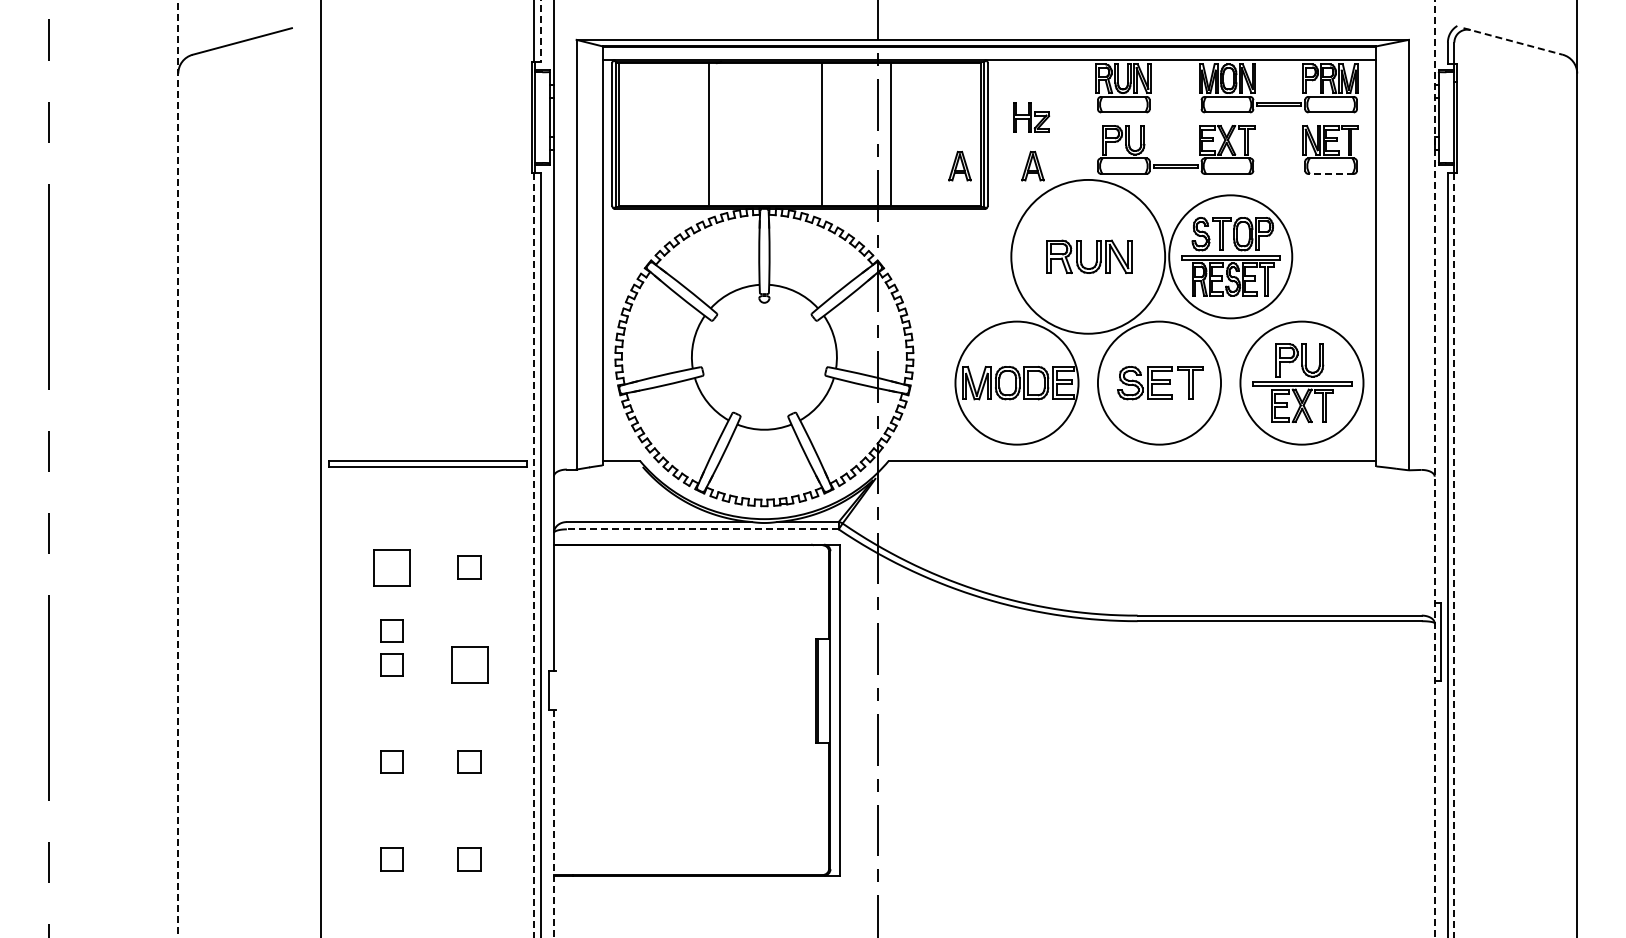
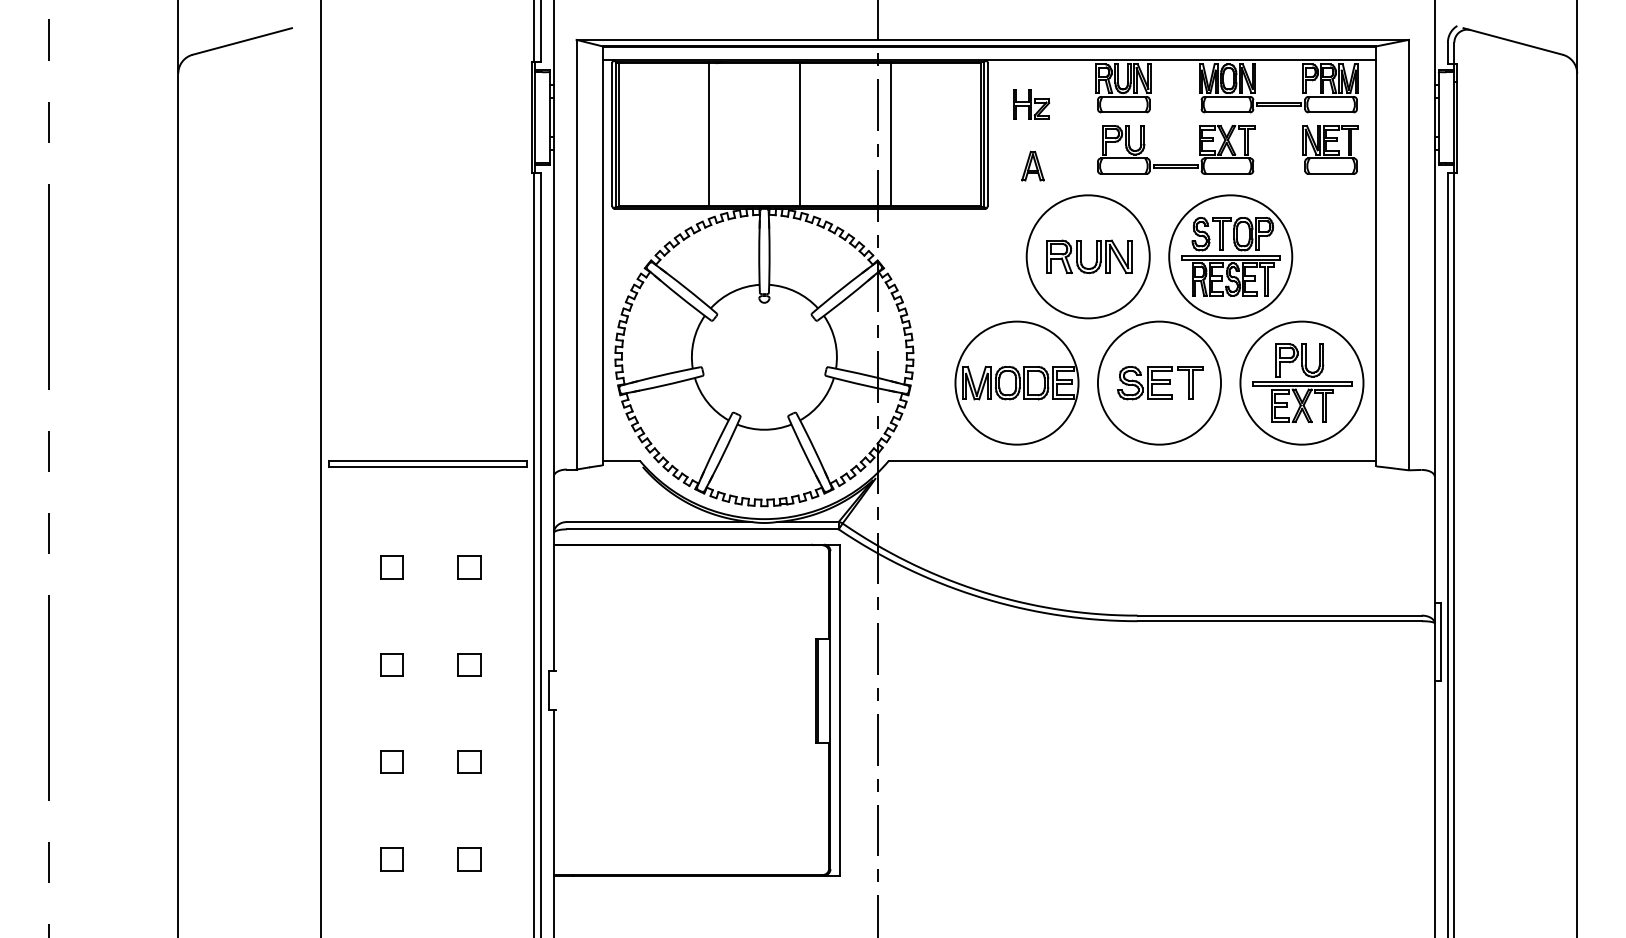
line at (540, 31): dashed -> solid
line at (1513, 41): dashed -> solid
part at (1031, 117) position: (1031, 117) -> (1031, 104)
line at (822, 134) position: (822, 134) -> (800, 134)
part at (959, 165): present -> none
line at (1331, 173): dashed -> solid
circle at (1088, 256) diameter: 154 px -> 123 px
line at (178, 468): dashed -> solid
line at (1434, 469): dashed -> solid
line at (702, 529): dashed -> solid
line at (534, 556): dashed -> solid
line at (1454, 556): dashed -> solid
part at (391, 567) size: 38x38 px -> 24x25 px
part at (391, 630): present -> none
part at (469, 664) size: 38x38 px -> 25x24 px
line at (553, 824): dashed -> solid
